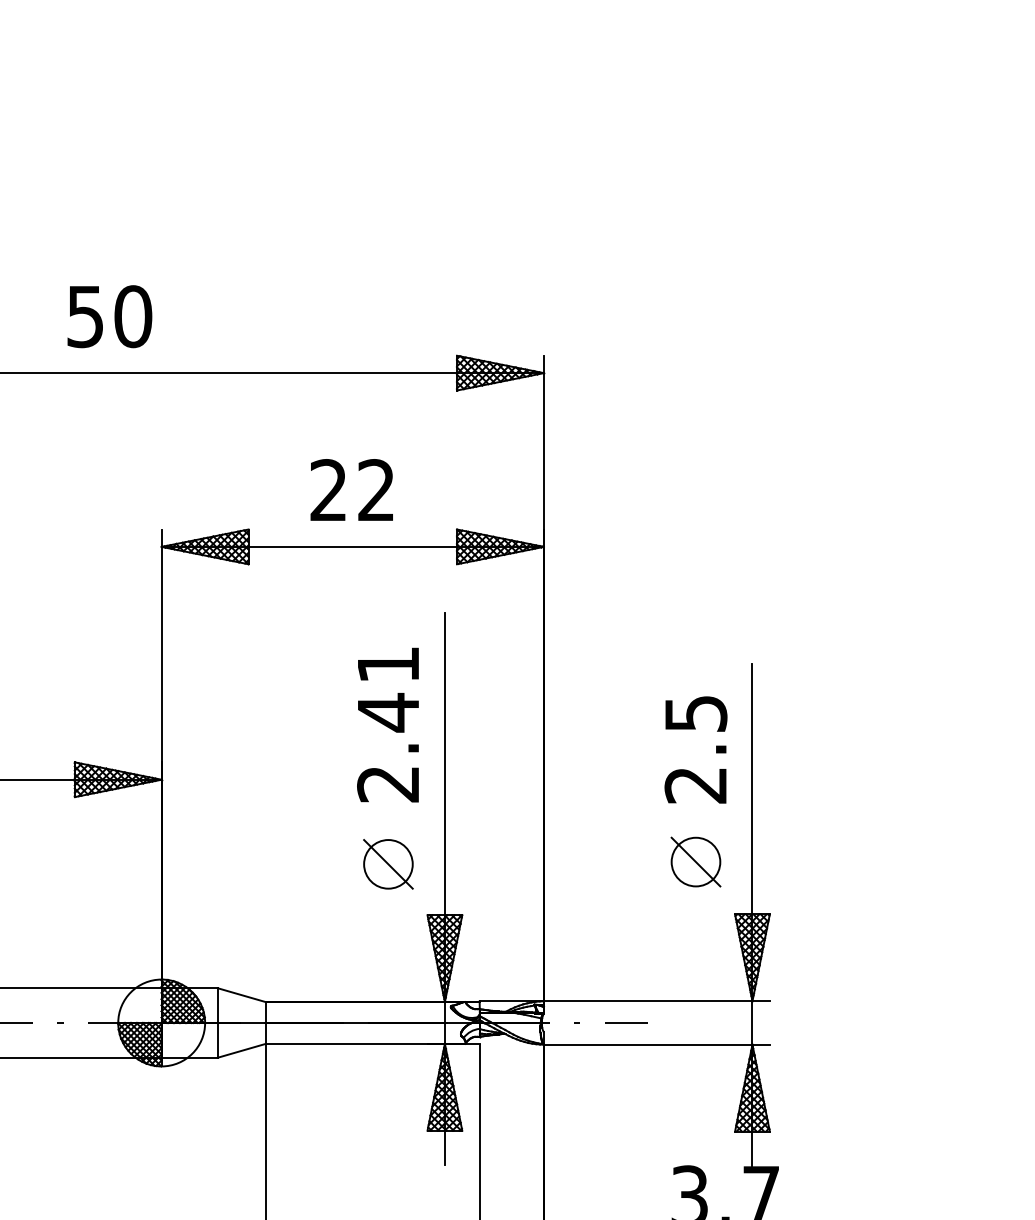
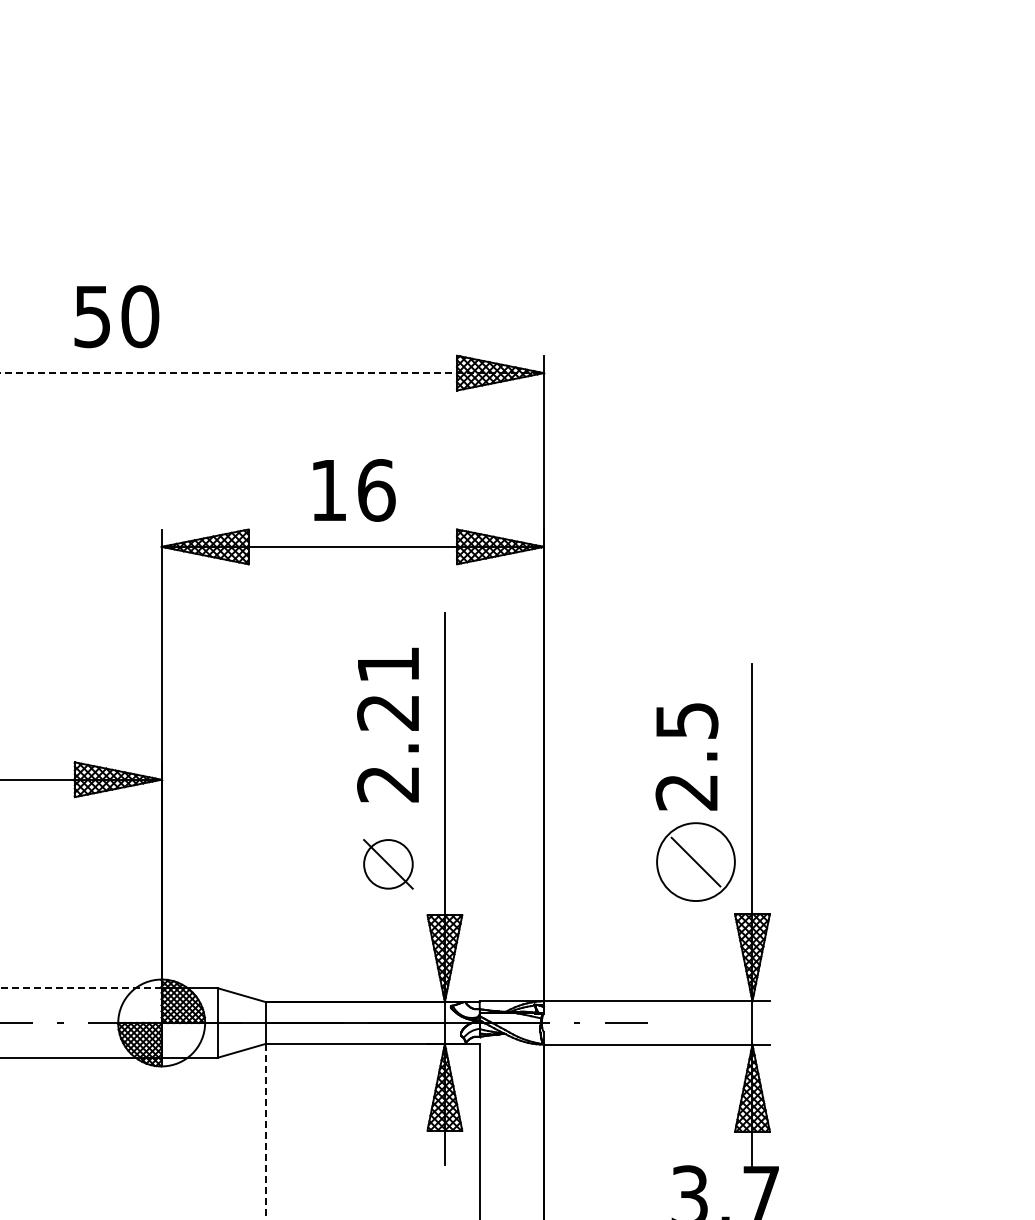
text at (109, 316) position: (109, 316) -> (116, 316)
line at (272, 373): solid -> dashed
text at (352, 490): 22 -> 16
text at (387, 712): 2.41 -> 2.21
text at (695, 749) position: (695, 749) -> (686, 756)
circle at (695, 861) diameter: 49 px -> 78 px
line at (80, 988): solid -> dashed
line at (265, 1131): solid -> dashed
